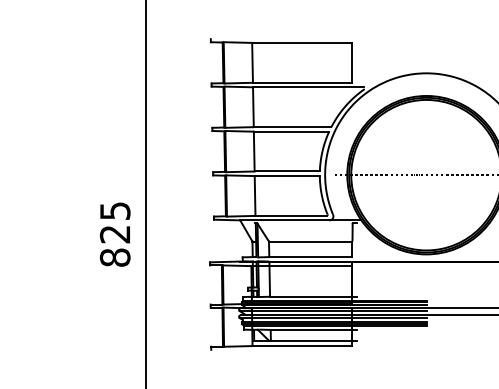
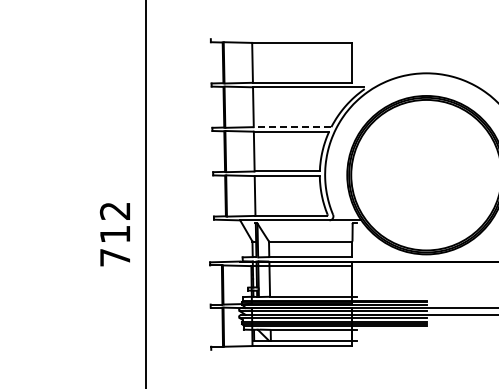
line at (292, 127): solid -> dashed
line at (414, 175): present -> none
text at (114, 234): 825 -> 712
